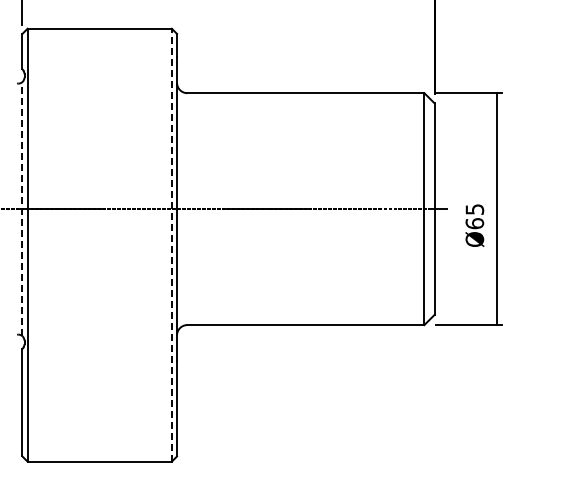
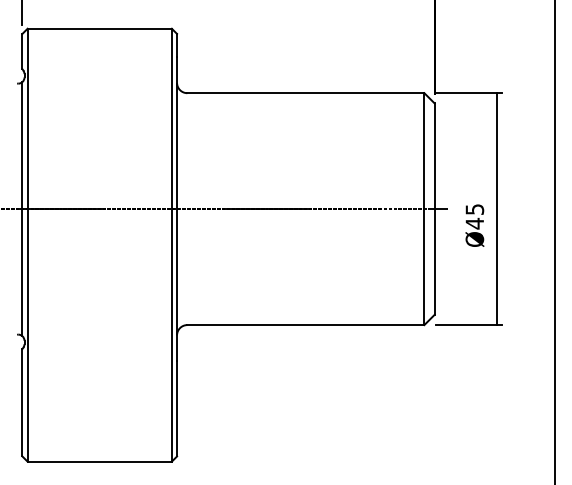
line at (22, 208): dashed -> solid
text at (474, 223): Ø65 -> Ø45
line at (554, 241): none -> present
line at (171, 244): dashed -> solid
